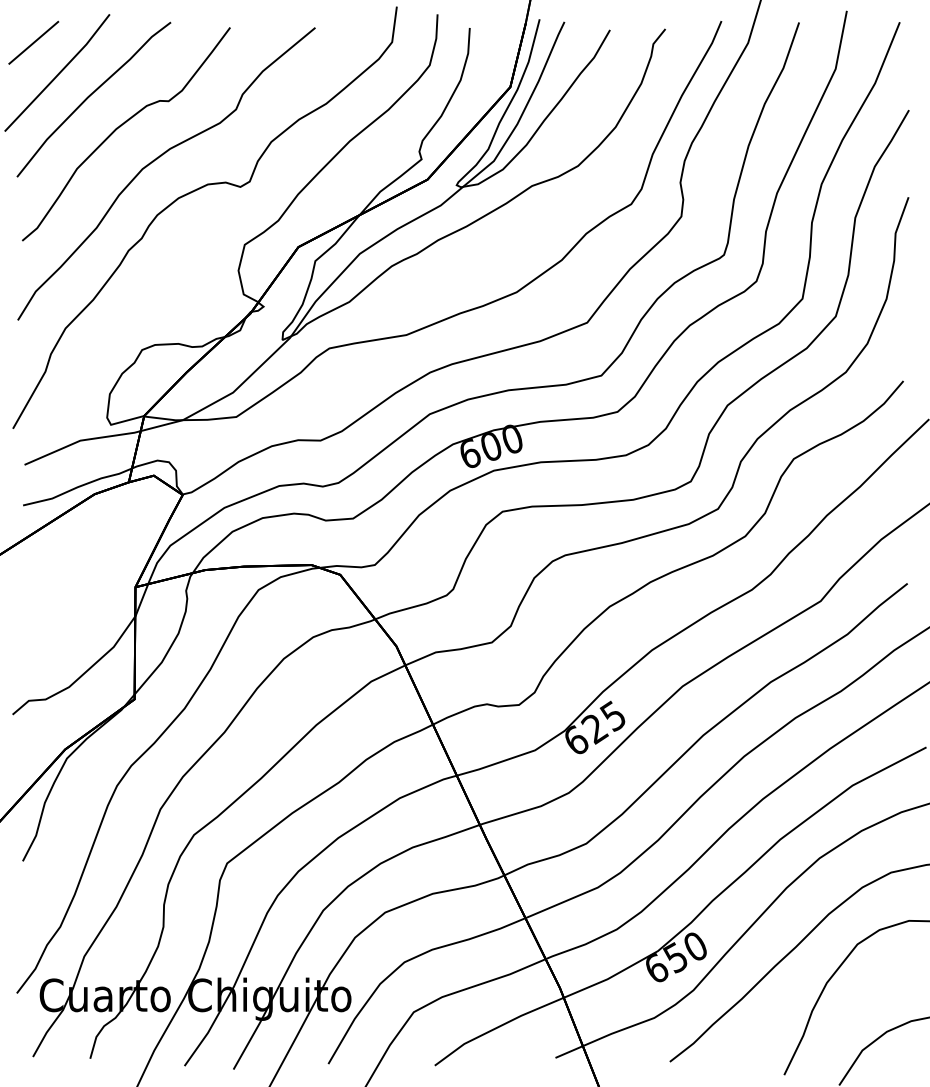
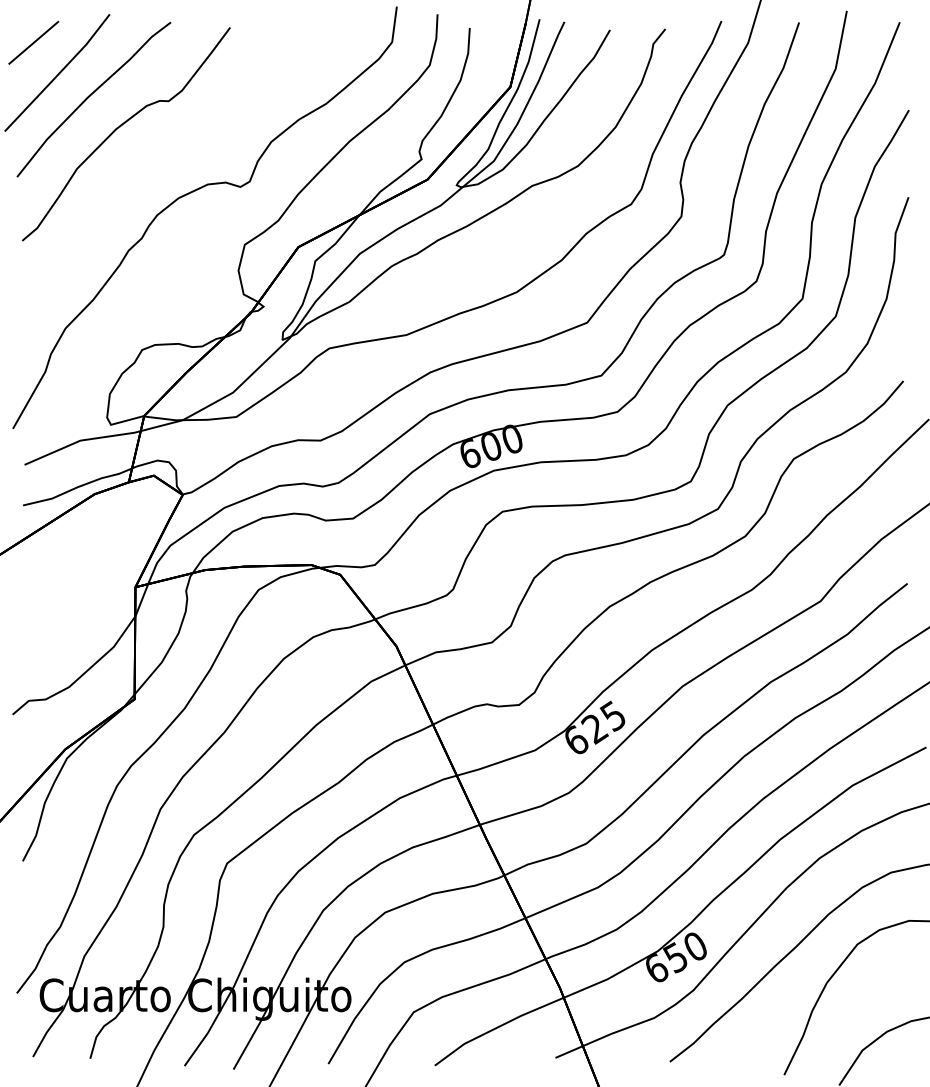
curve at (156, 160): present -> none
